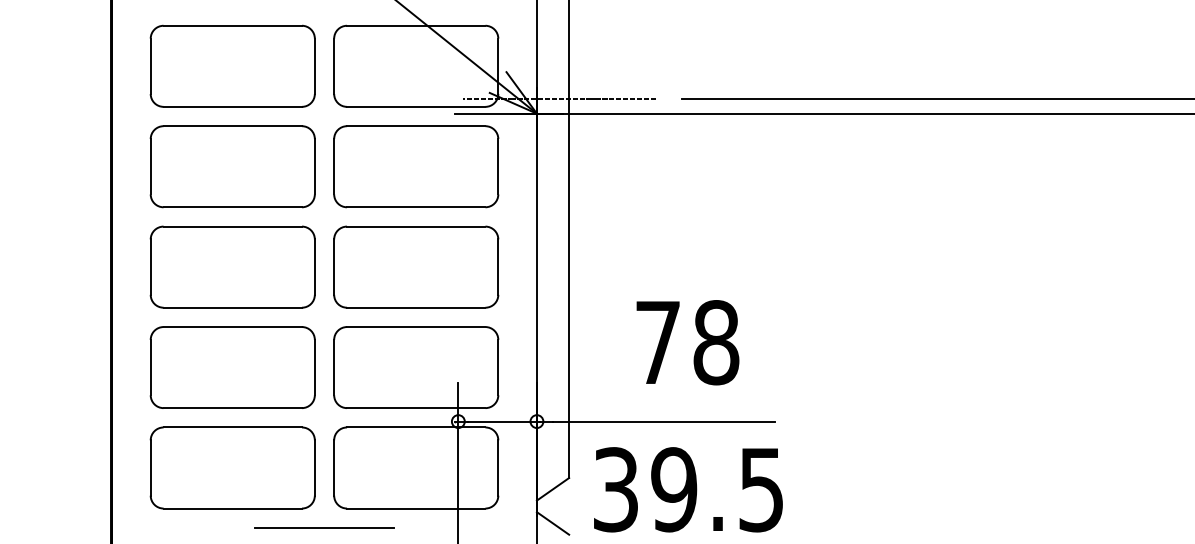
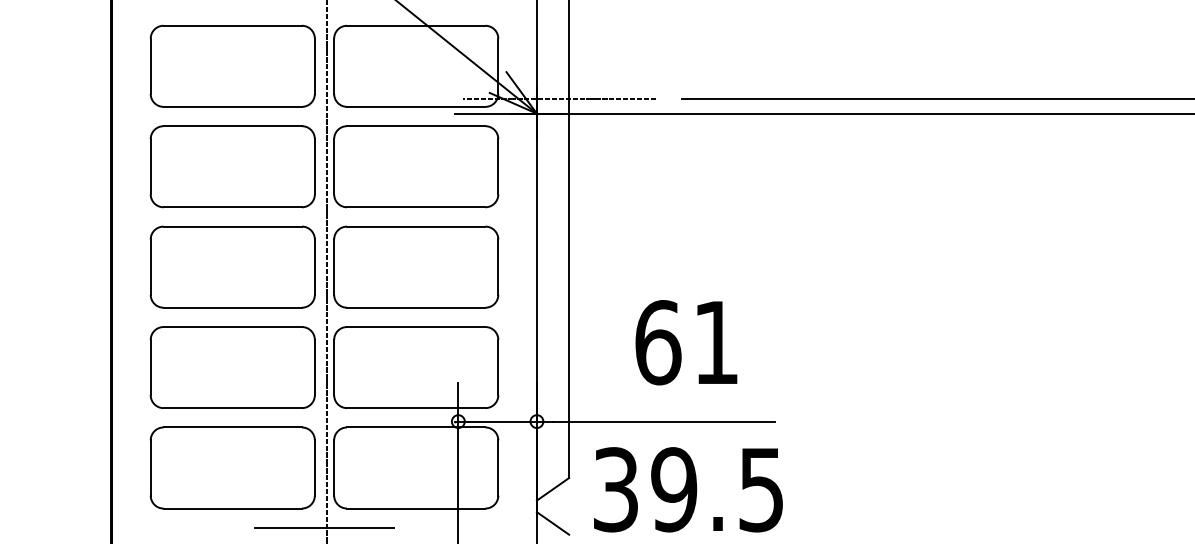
line at (327, 271): none -> present
text at (687, 342): 78 -> 61
